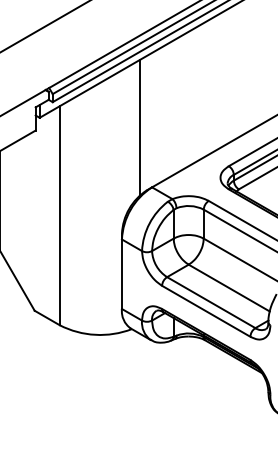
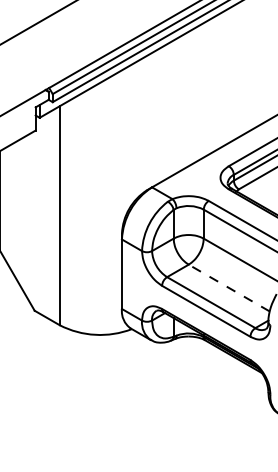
line at (44, 26) position: (44, 26) -> (37, 22)
line at (140, 127): present -> none
line at (229, 288): solid -> dashed
